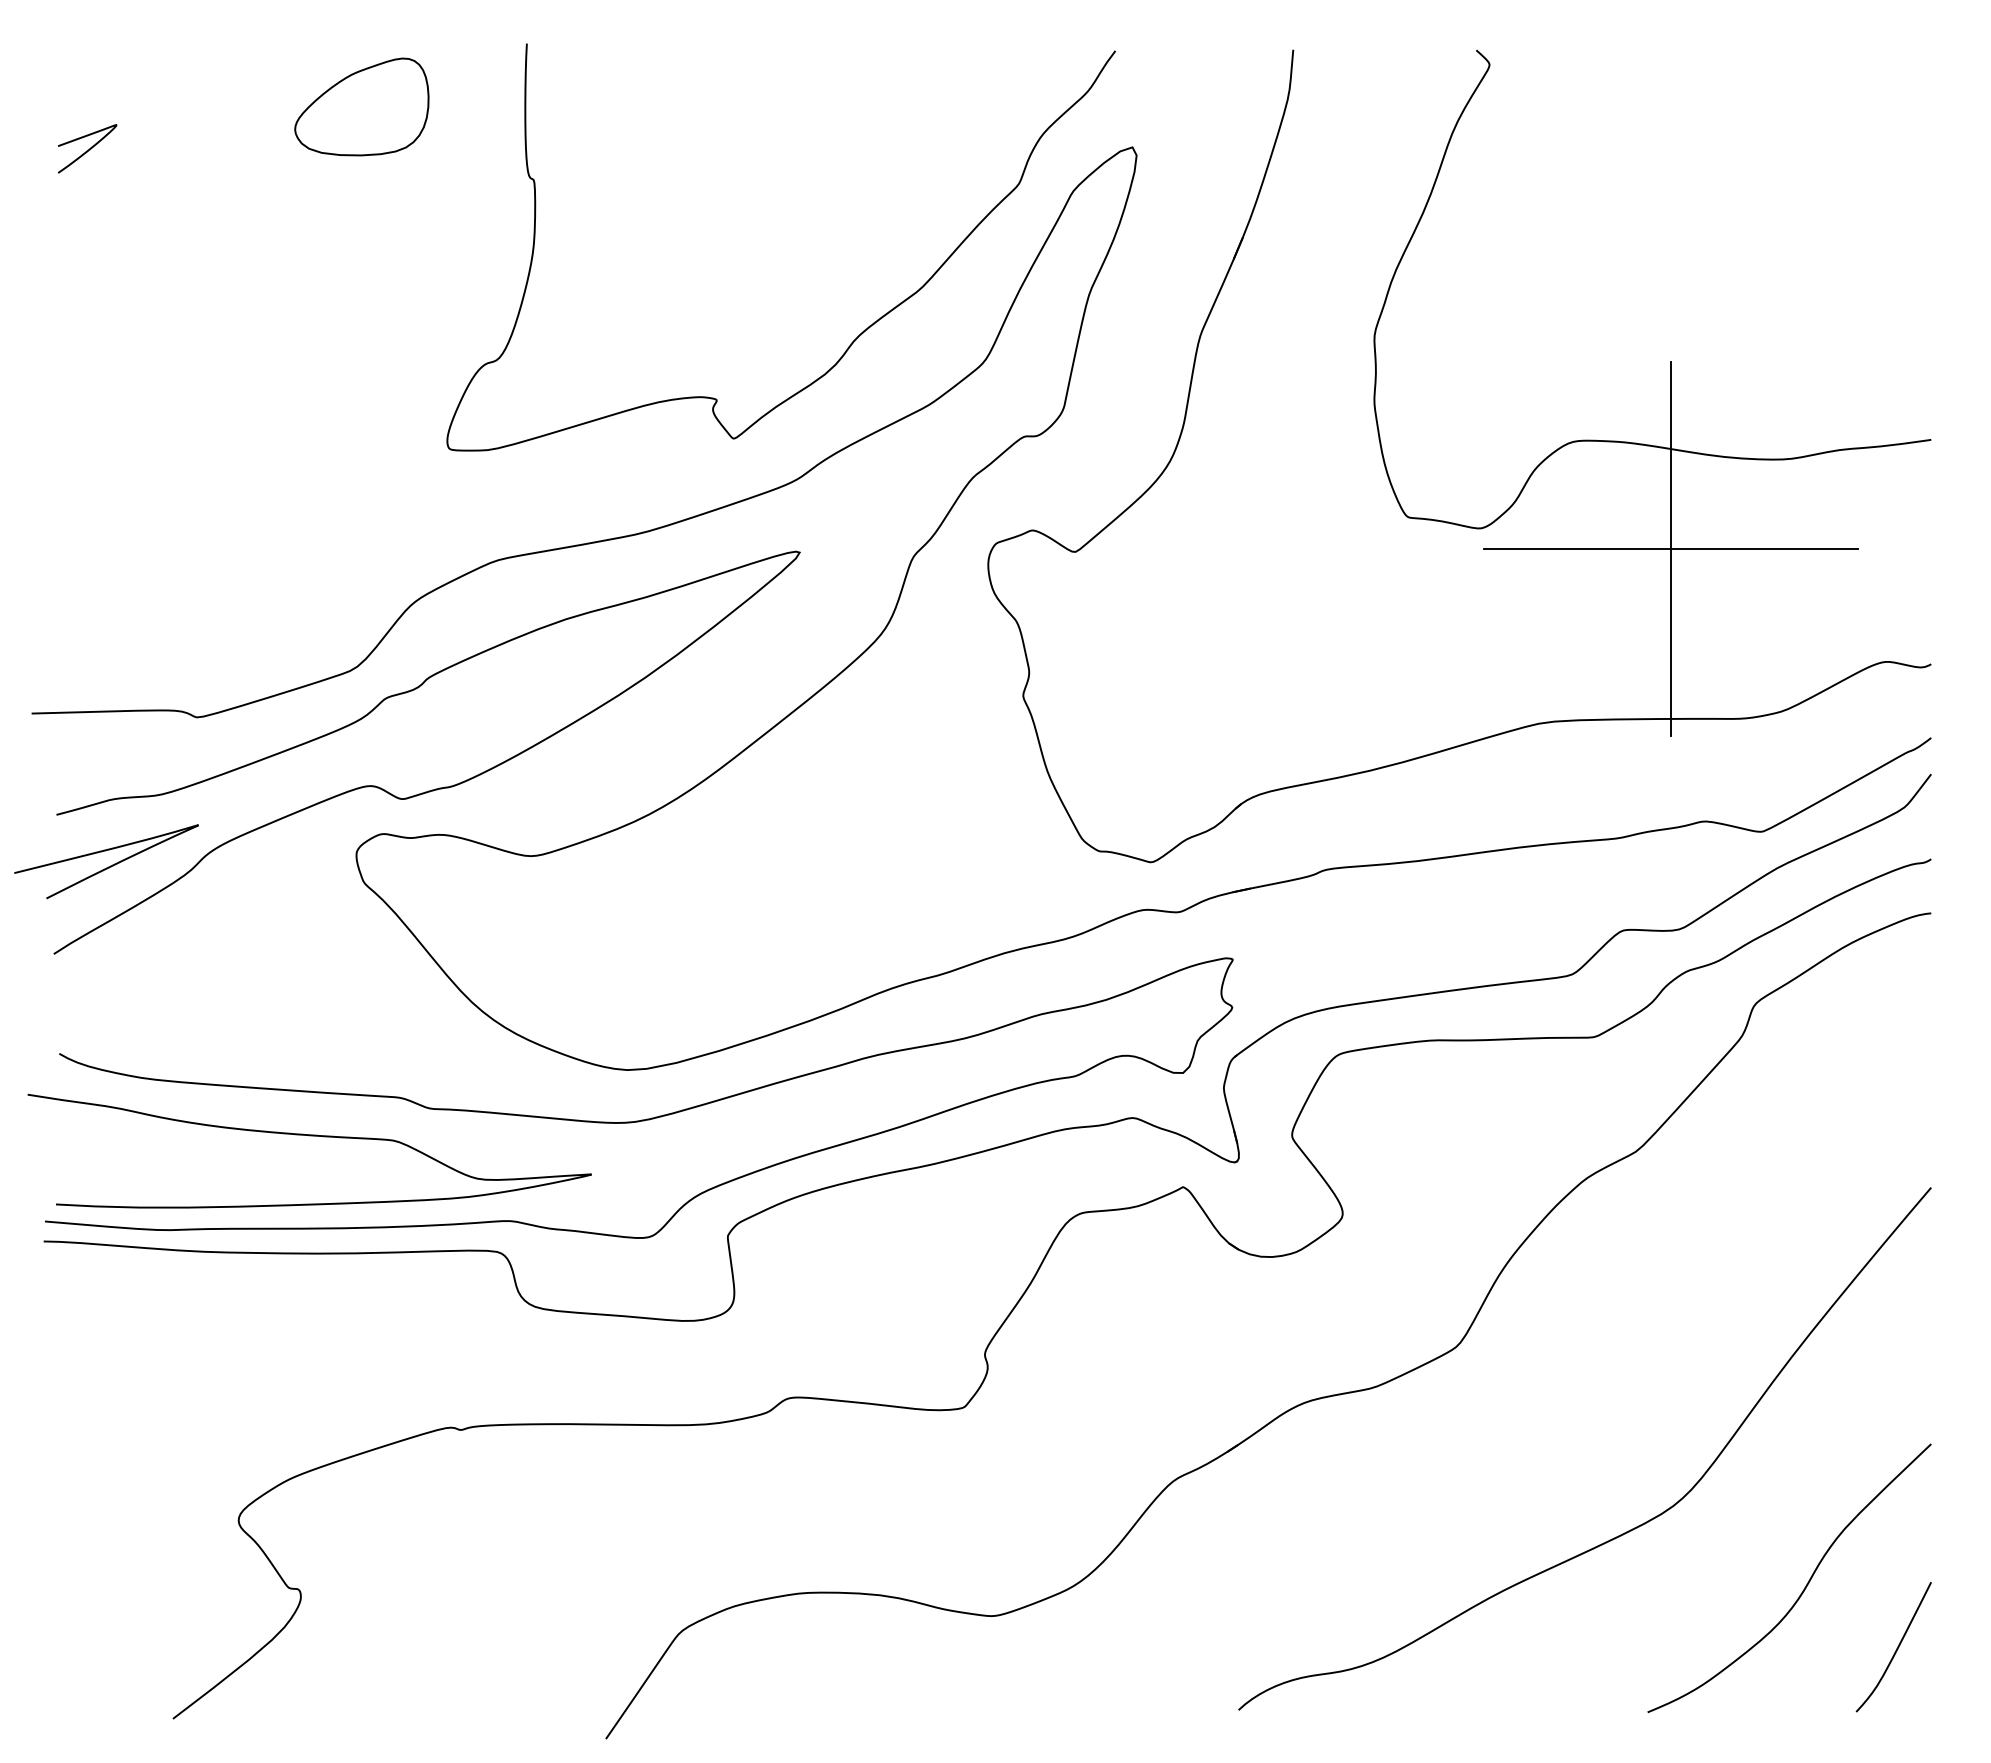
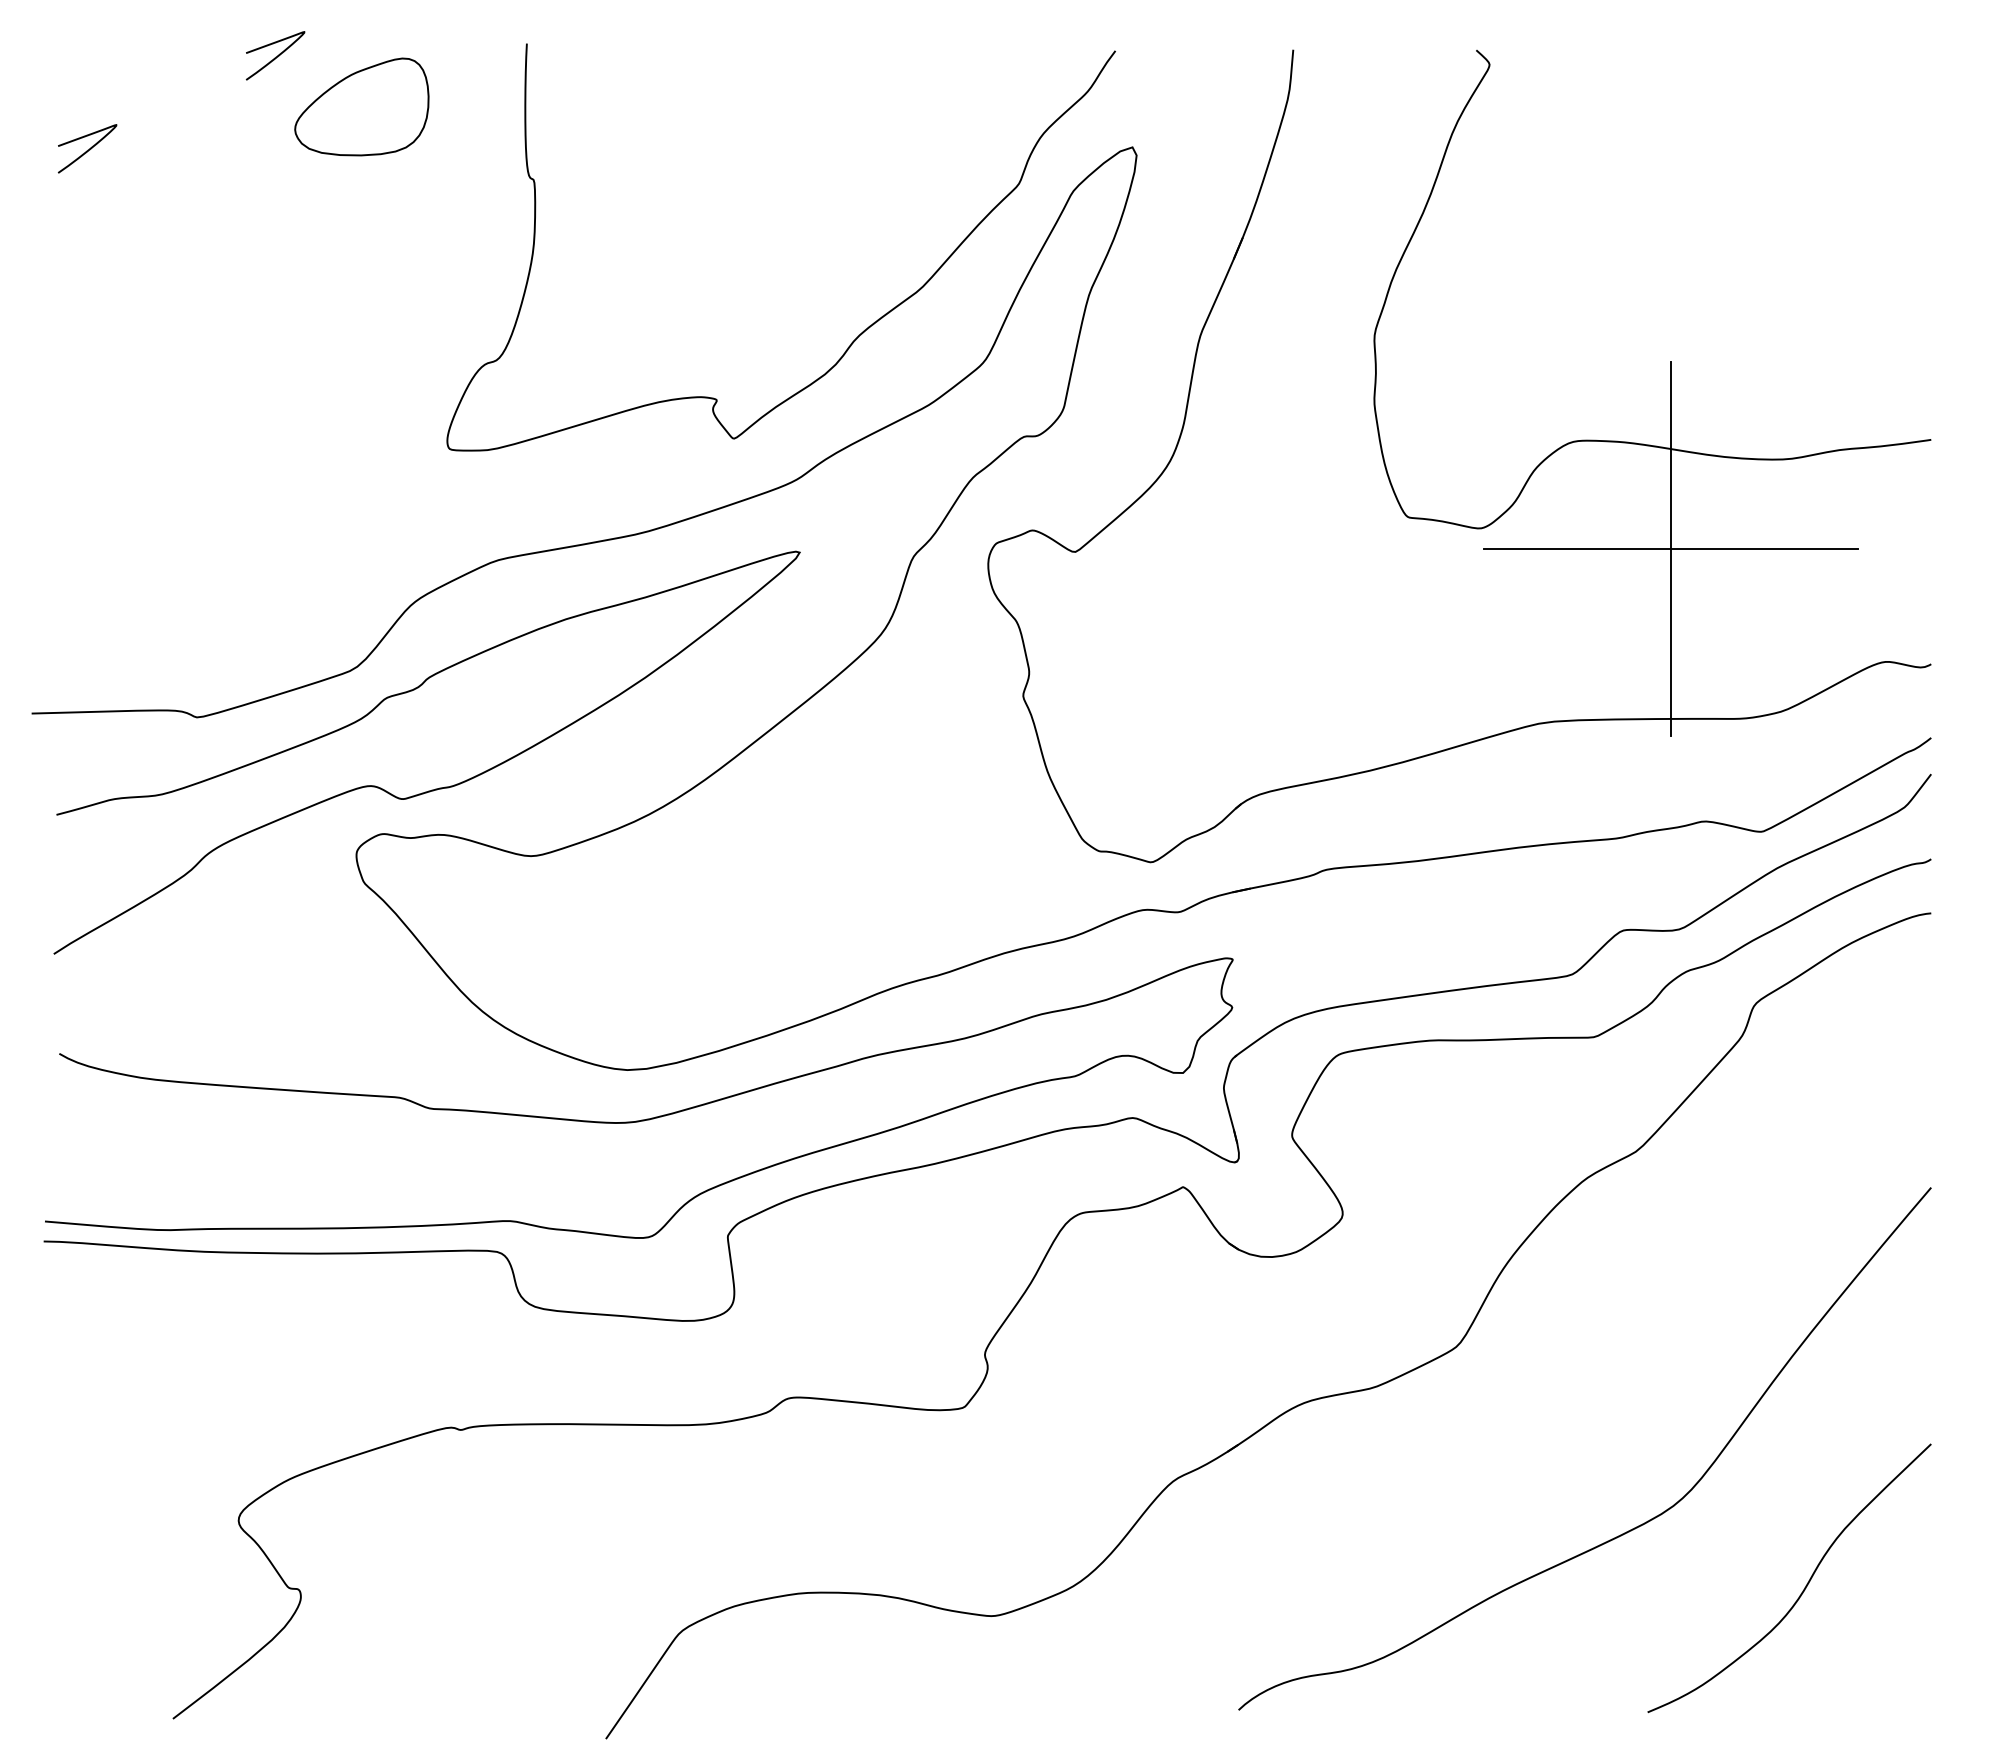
curve at (276, 56): none -> present
curve at (108, 866): present -> none
curve at (309, 1136): present -> none
curve at (1896, 1648): present -> none
